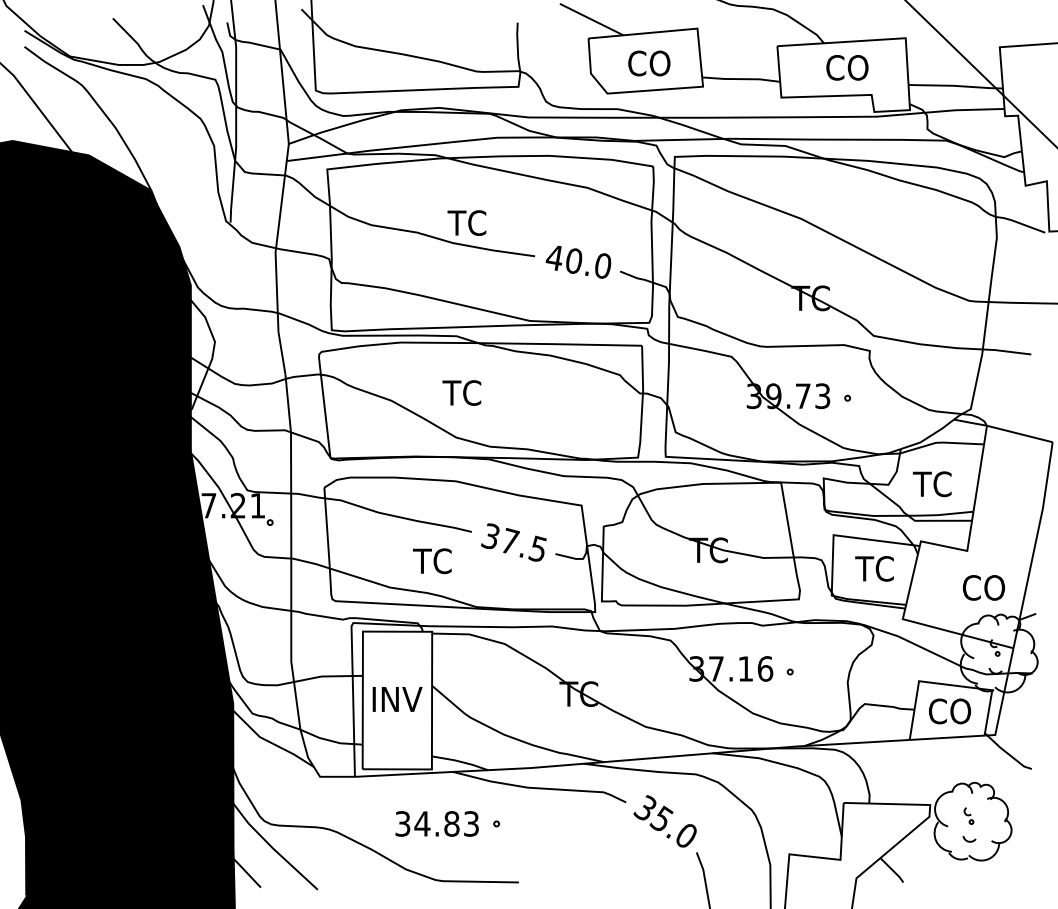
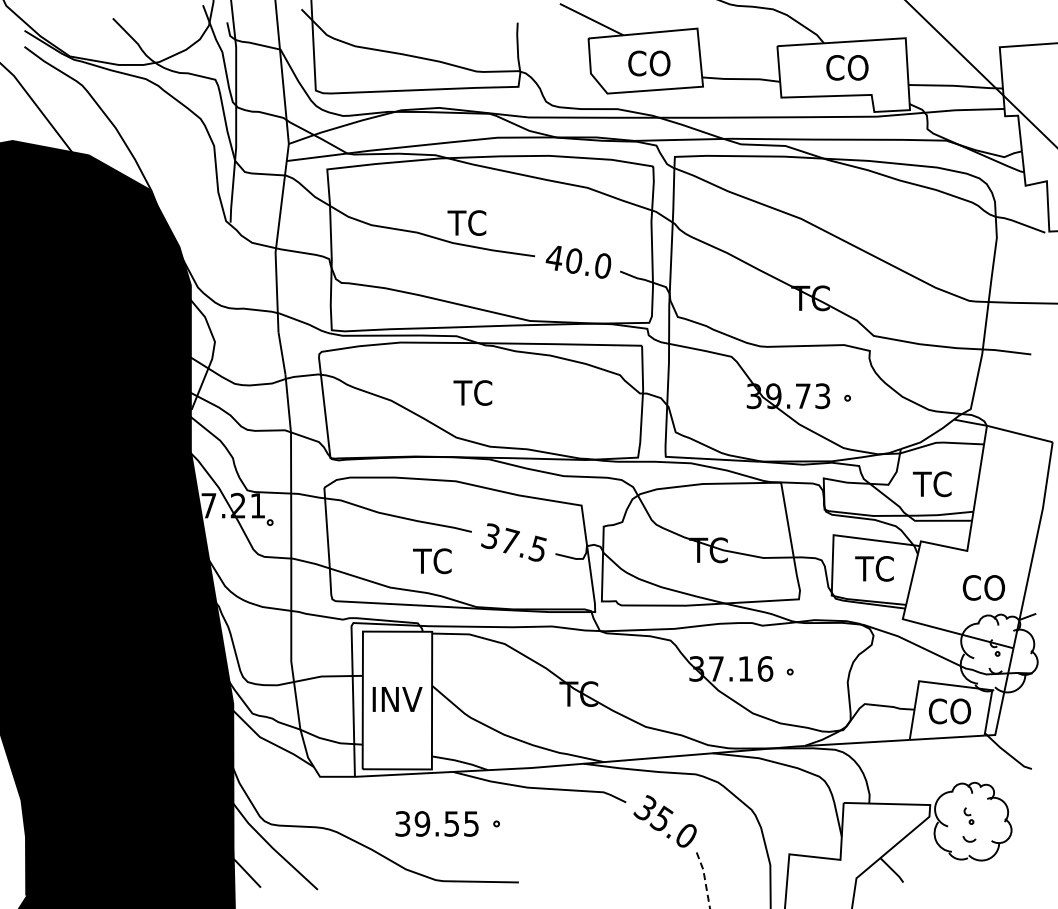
text at (461, 392) position: (461, 392) -> (472, 392)
text at (446, 823): 34.83 -> 39.55
line at (704, 879): solid -> dashed
